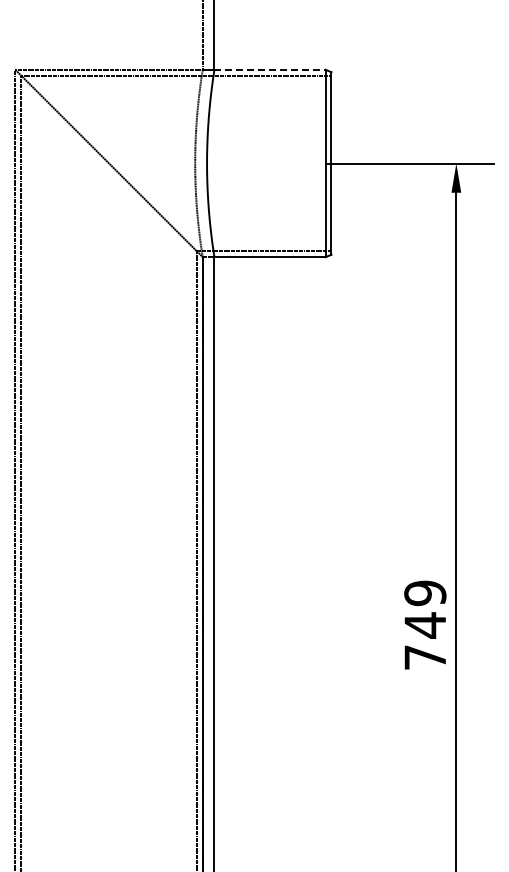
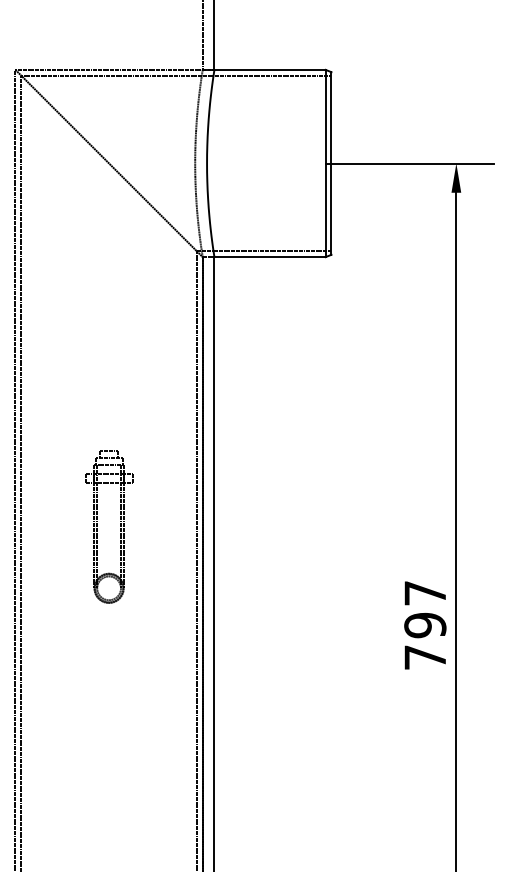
line at (270, 69): dashed -> solid
part at (120, 526): none -> present
text at (425, 609): 749 -> 797
